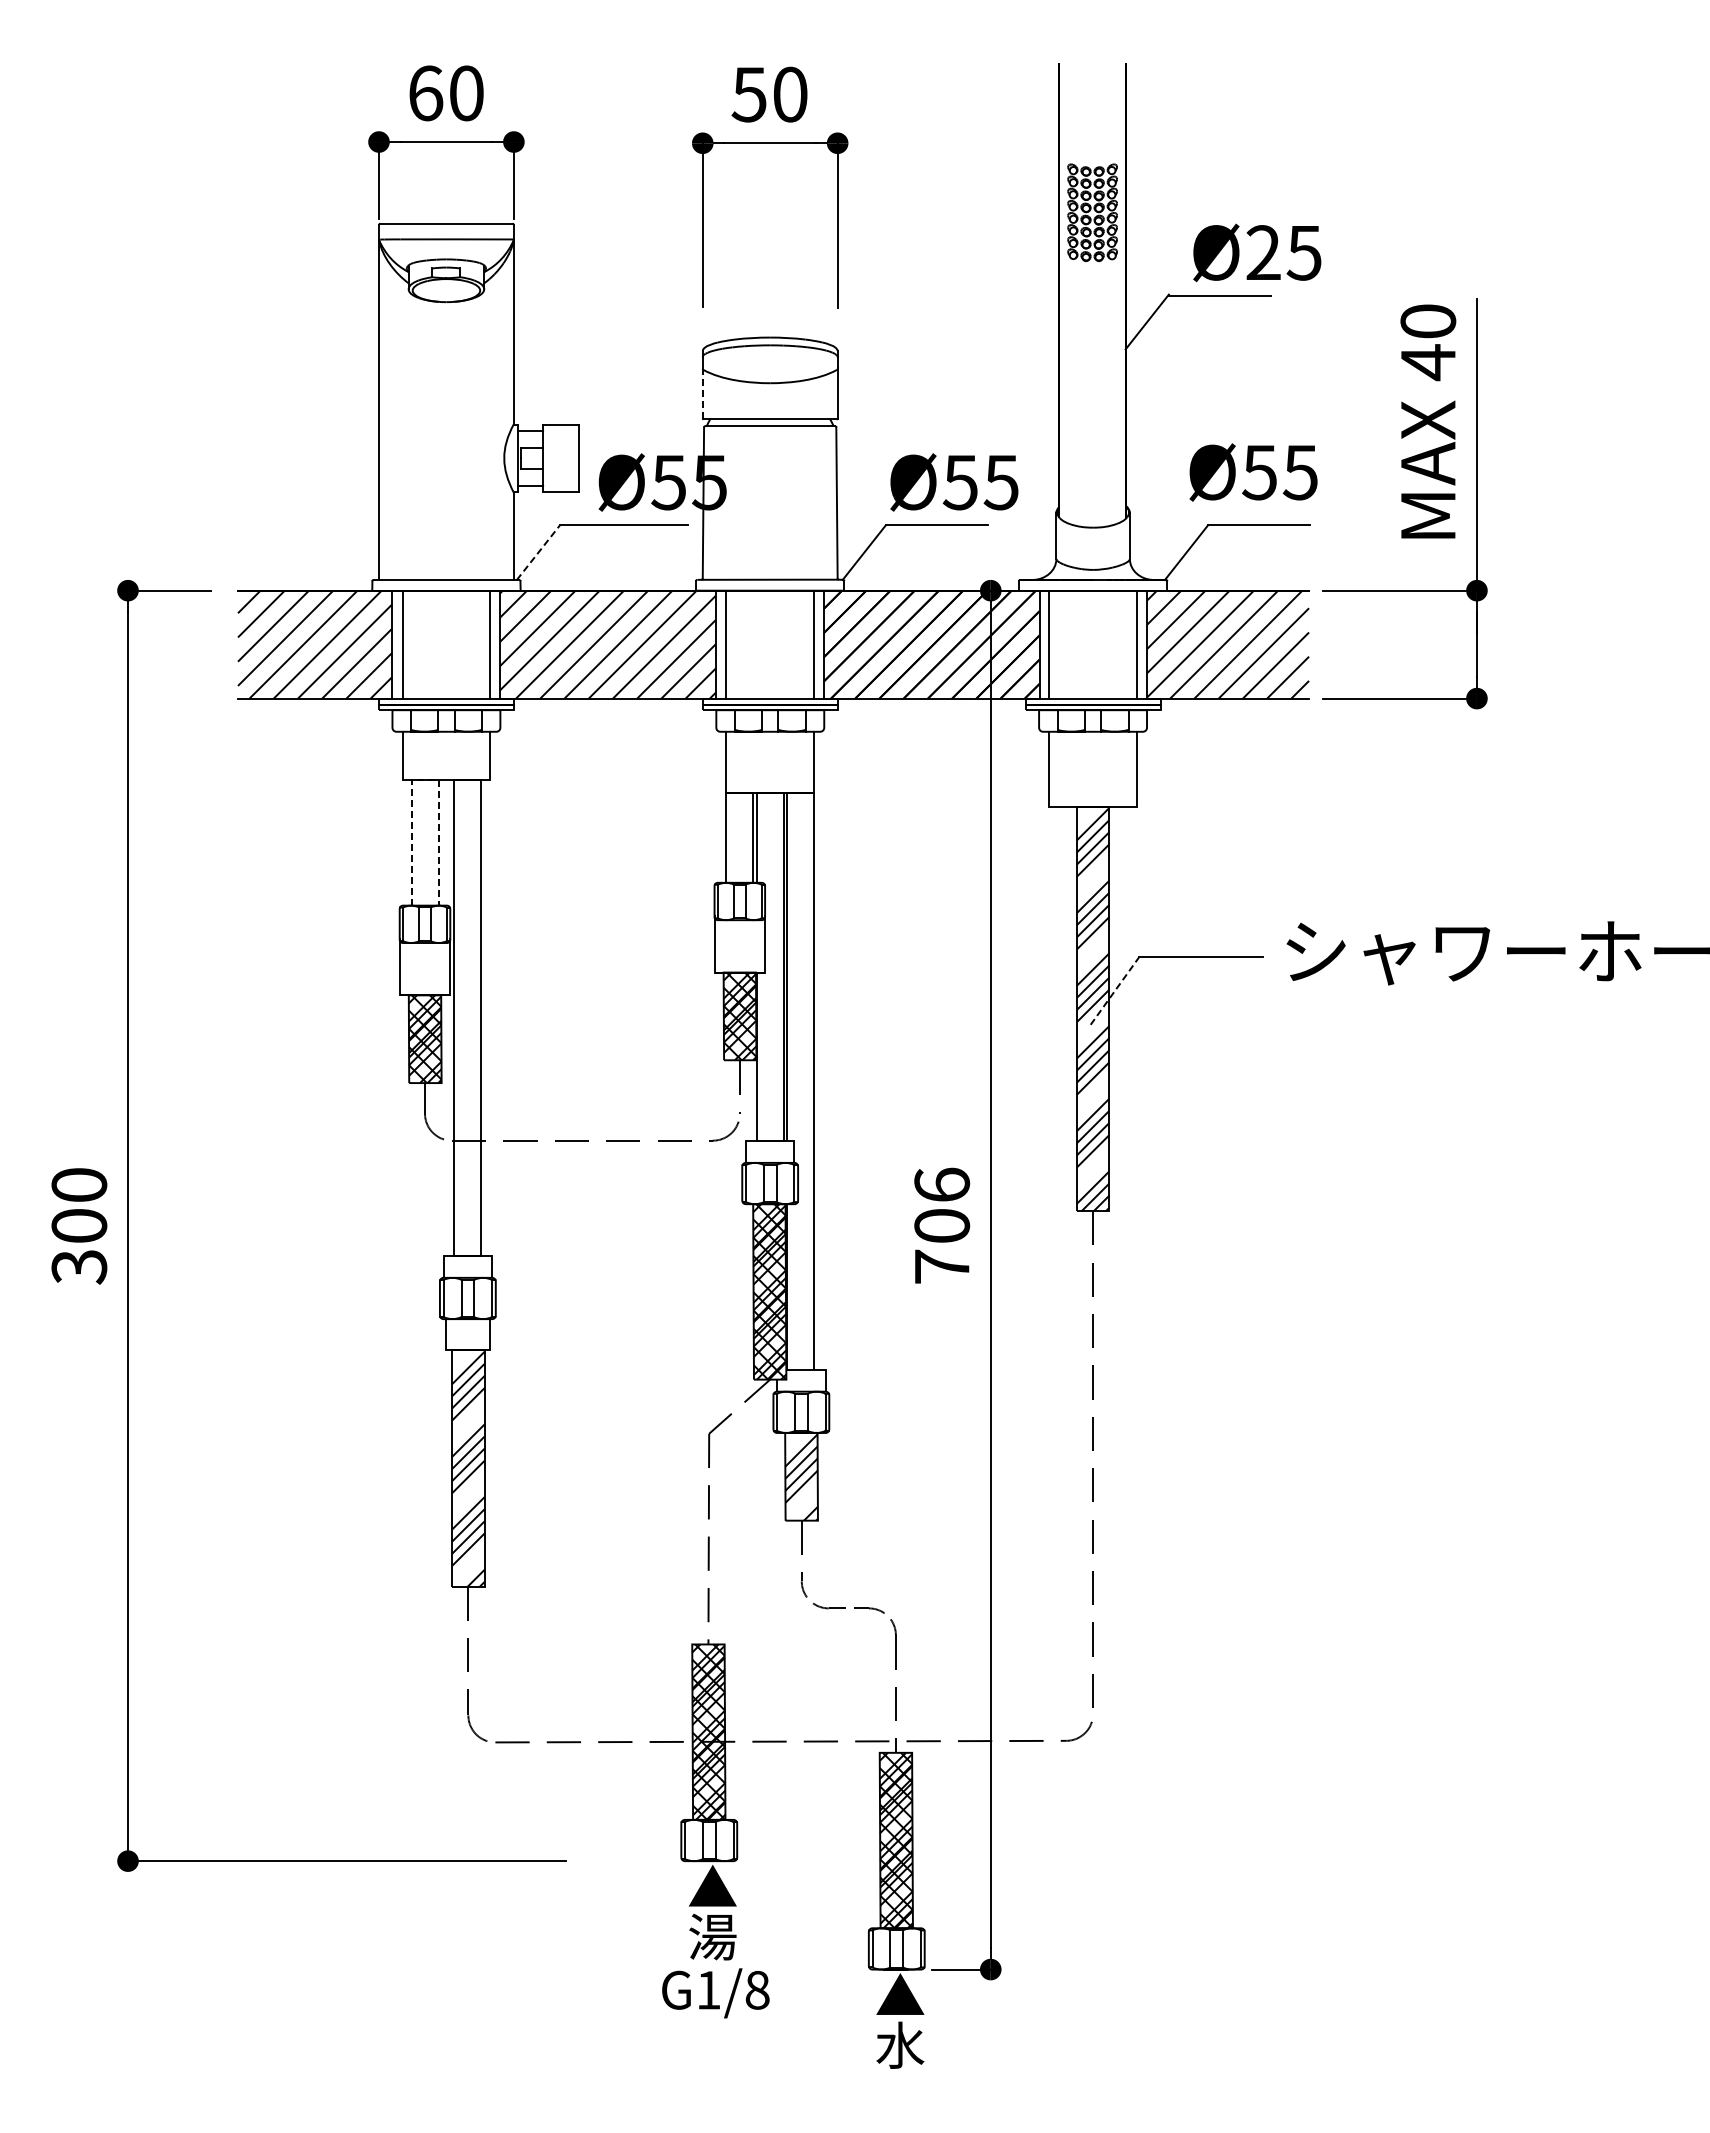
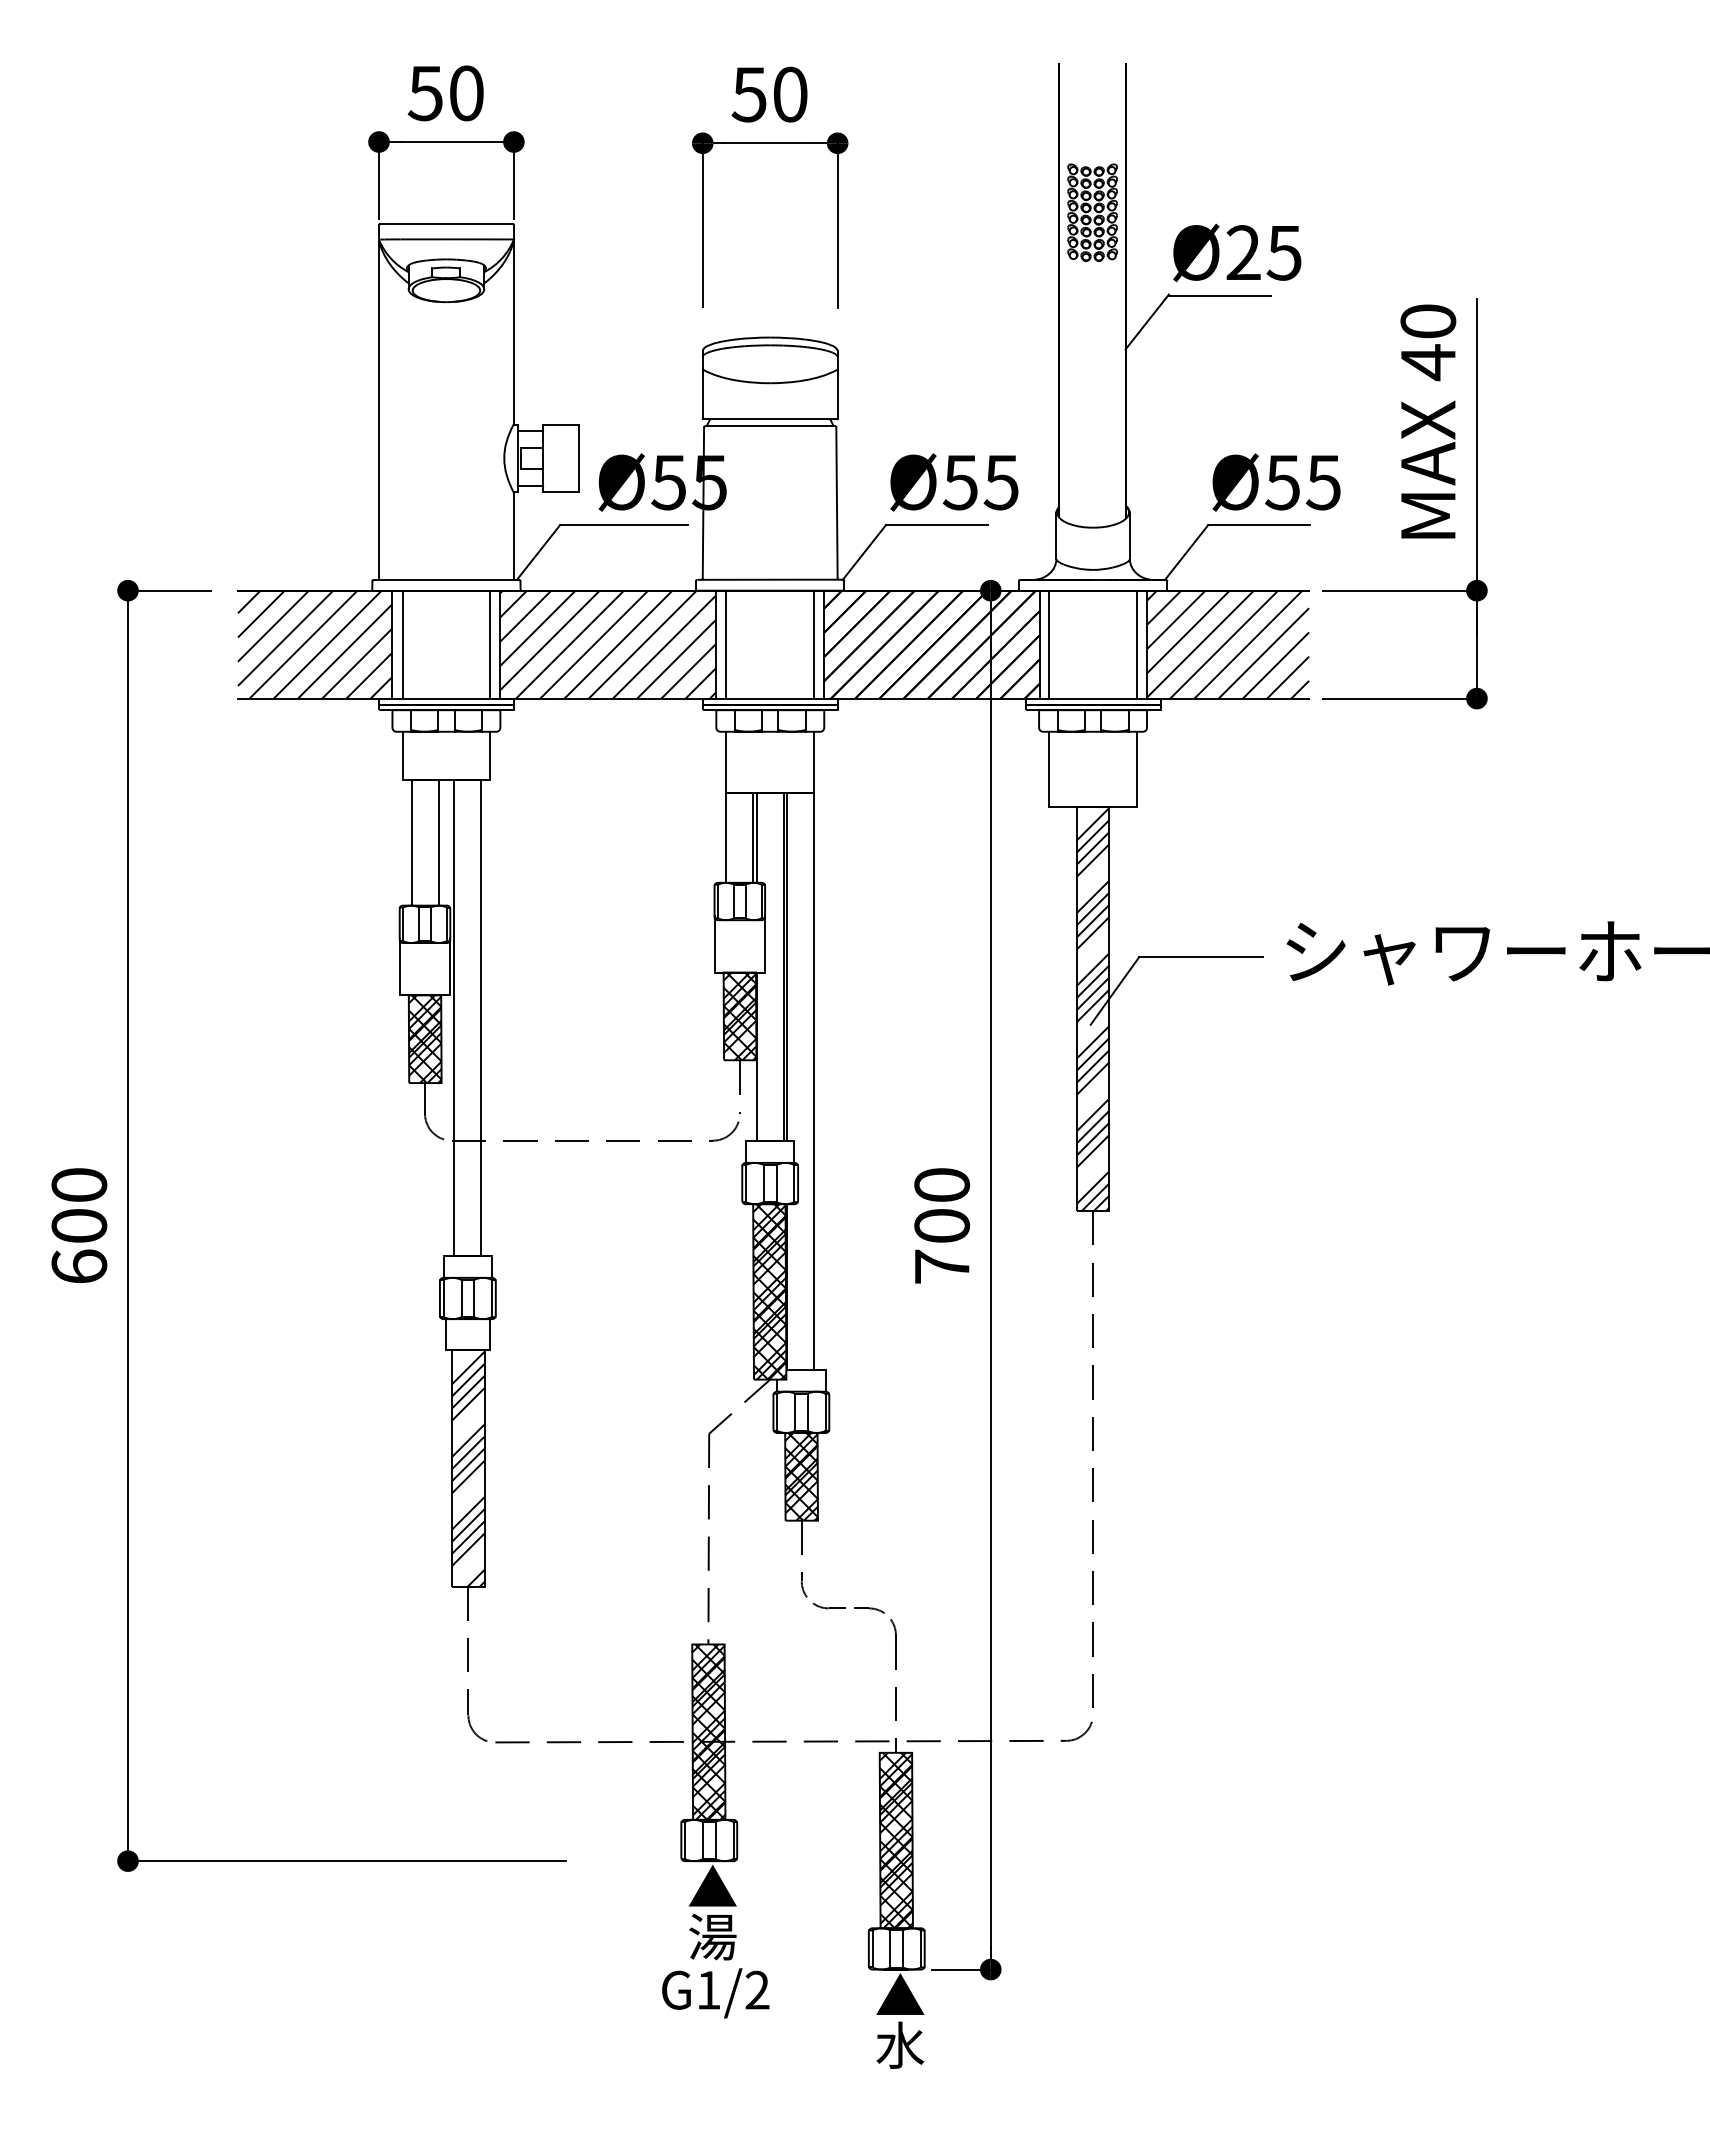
text at (425, 93): 60 -> 50
text at (1257, 252) position: (1257, 252) -> (1237, 252)
line at (702, 393): dashed -> solid
text at (1253, 472) position: (1253, 472) -> (1276, 482)
line at (538, 552): dashed -> solid
line at (425, 779): dashed -> solid
line at (1114, 991): dashed -> solid
text at (942, 1184): 706 -> 700
text at (79, 1266): 300 -> 600
hatch at (801, 1476): none -> present
text at (757, 1989): G1/8 -> G1/2
